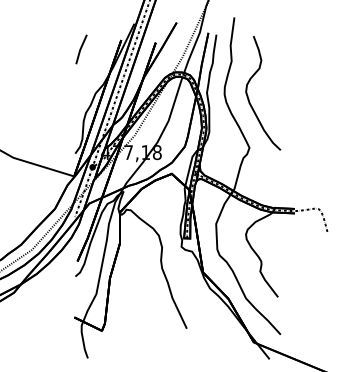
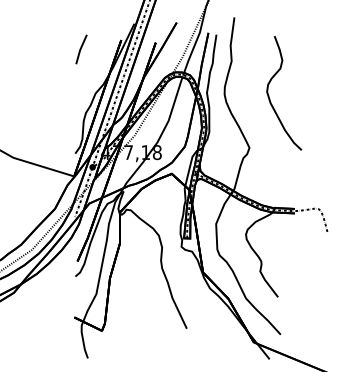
curve at (249, 98) position: (249, 98) -> (270, 98)
